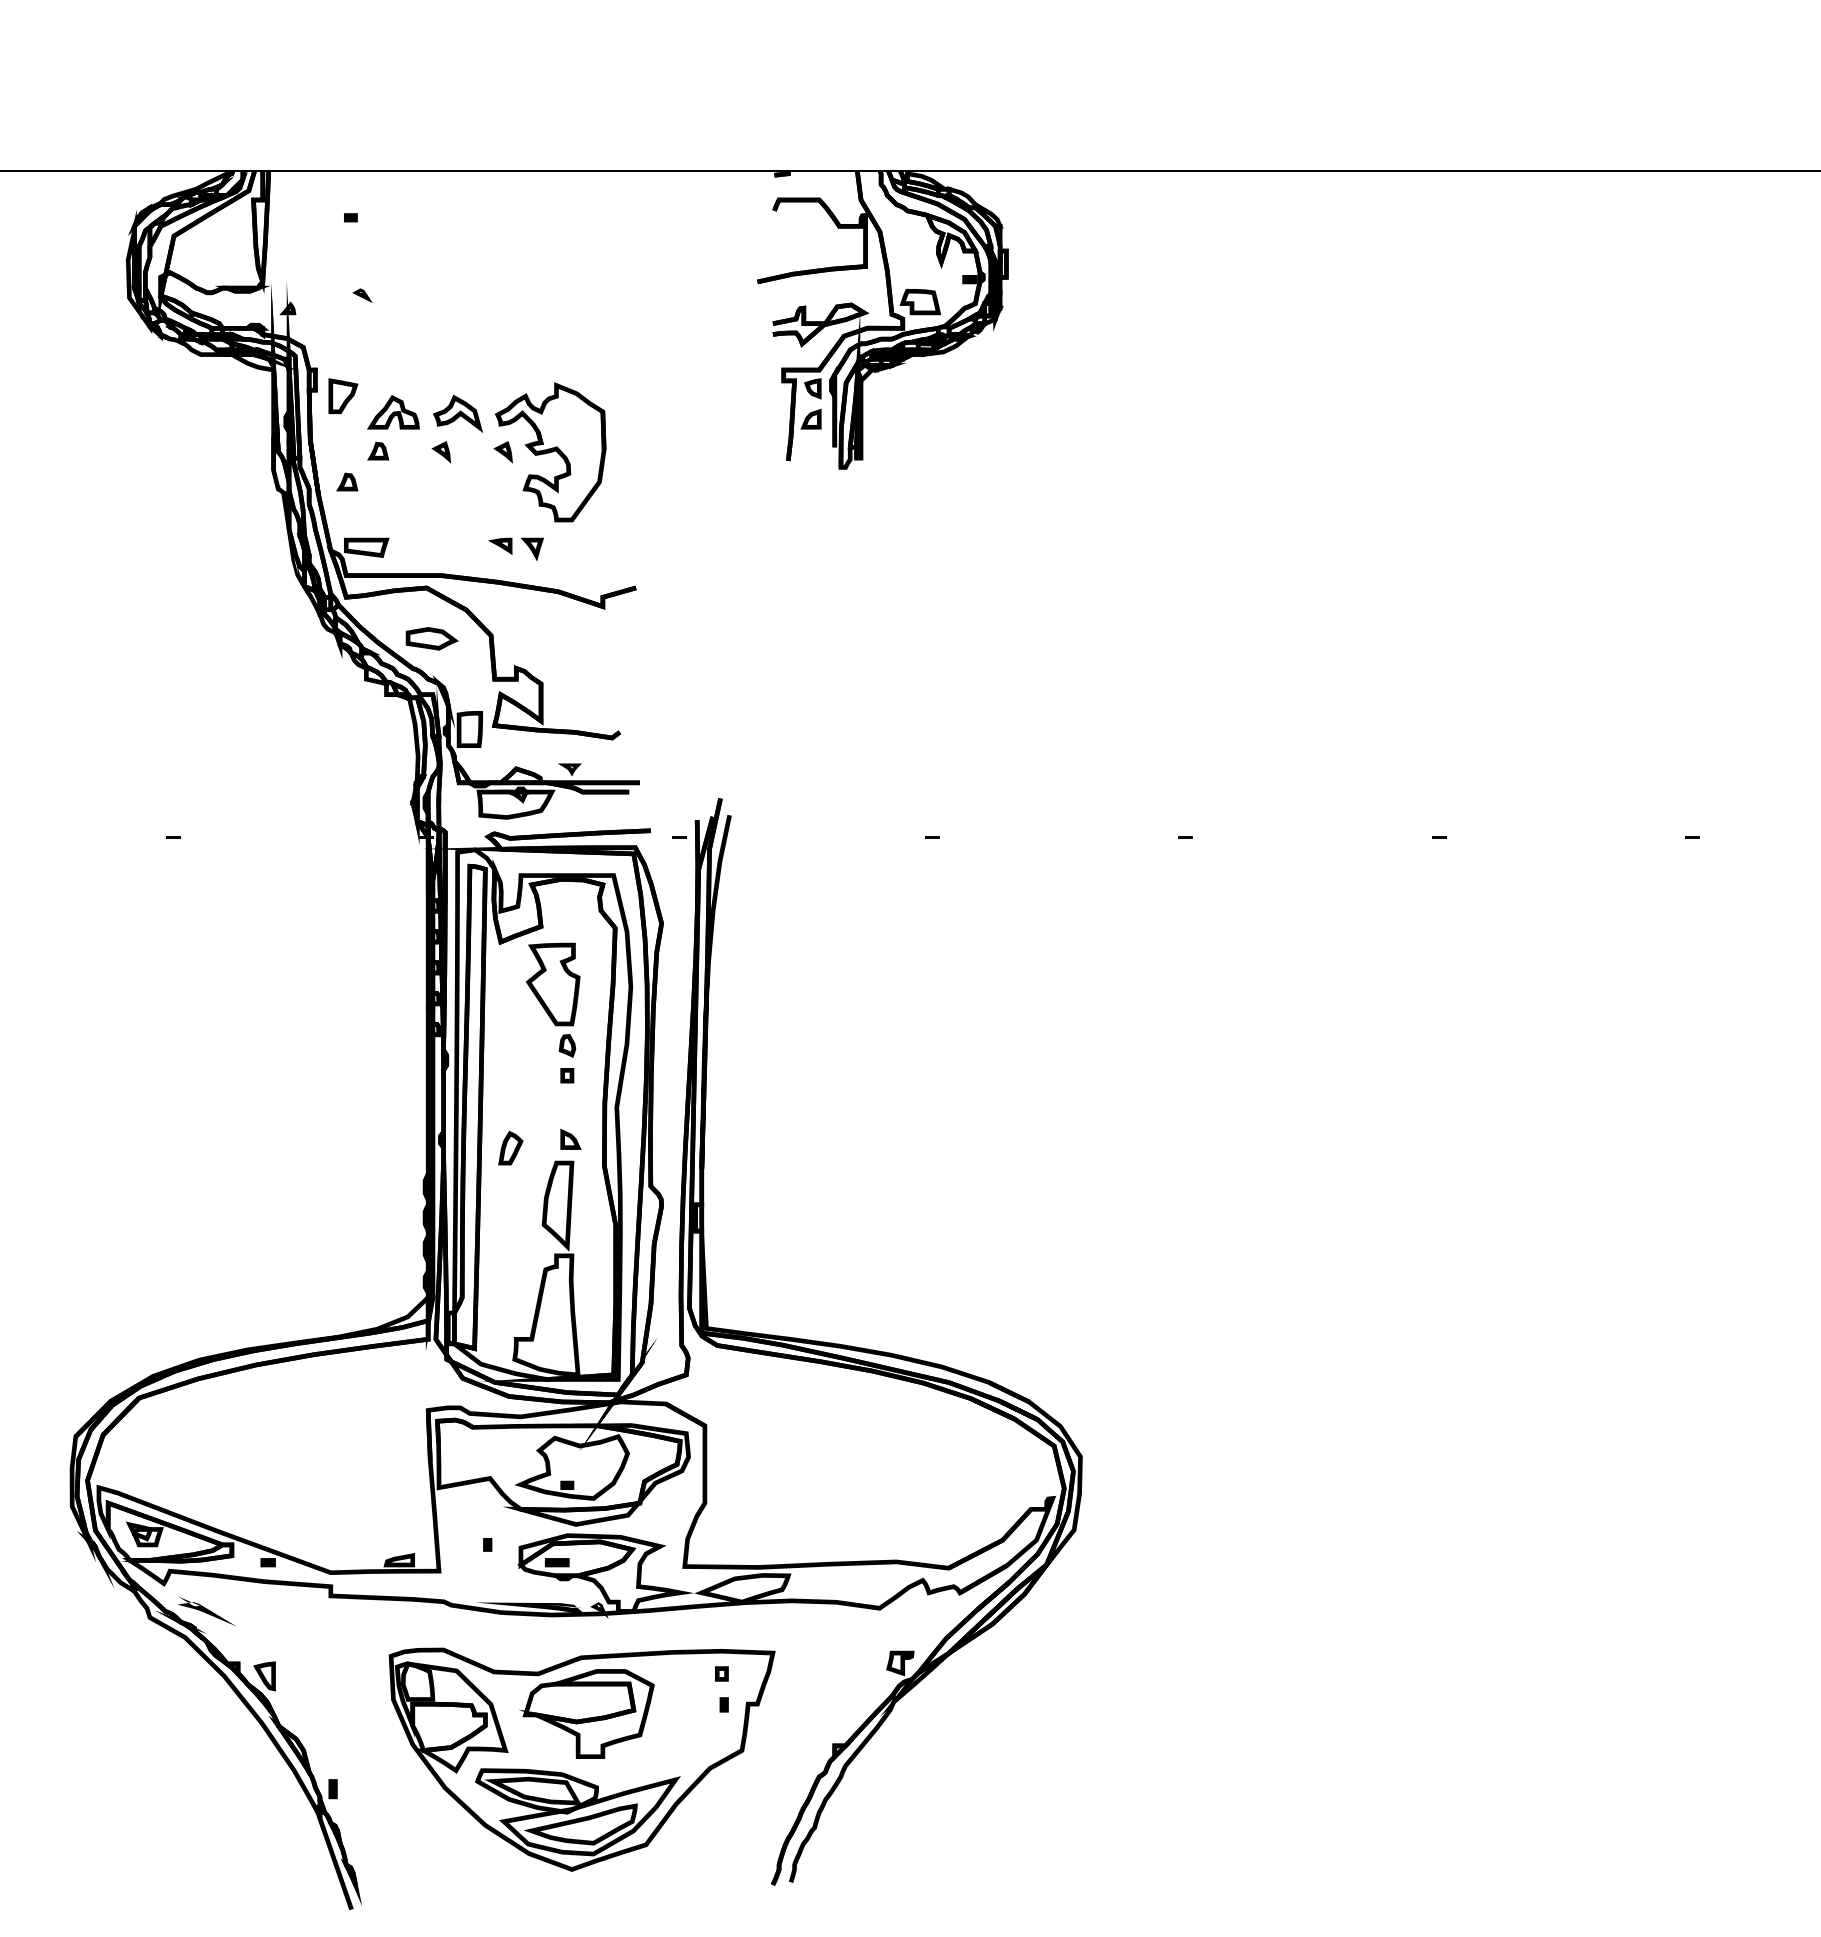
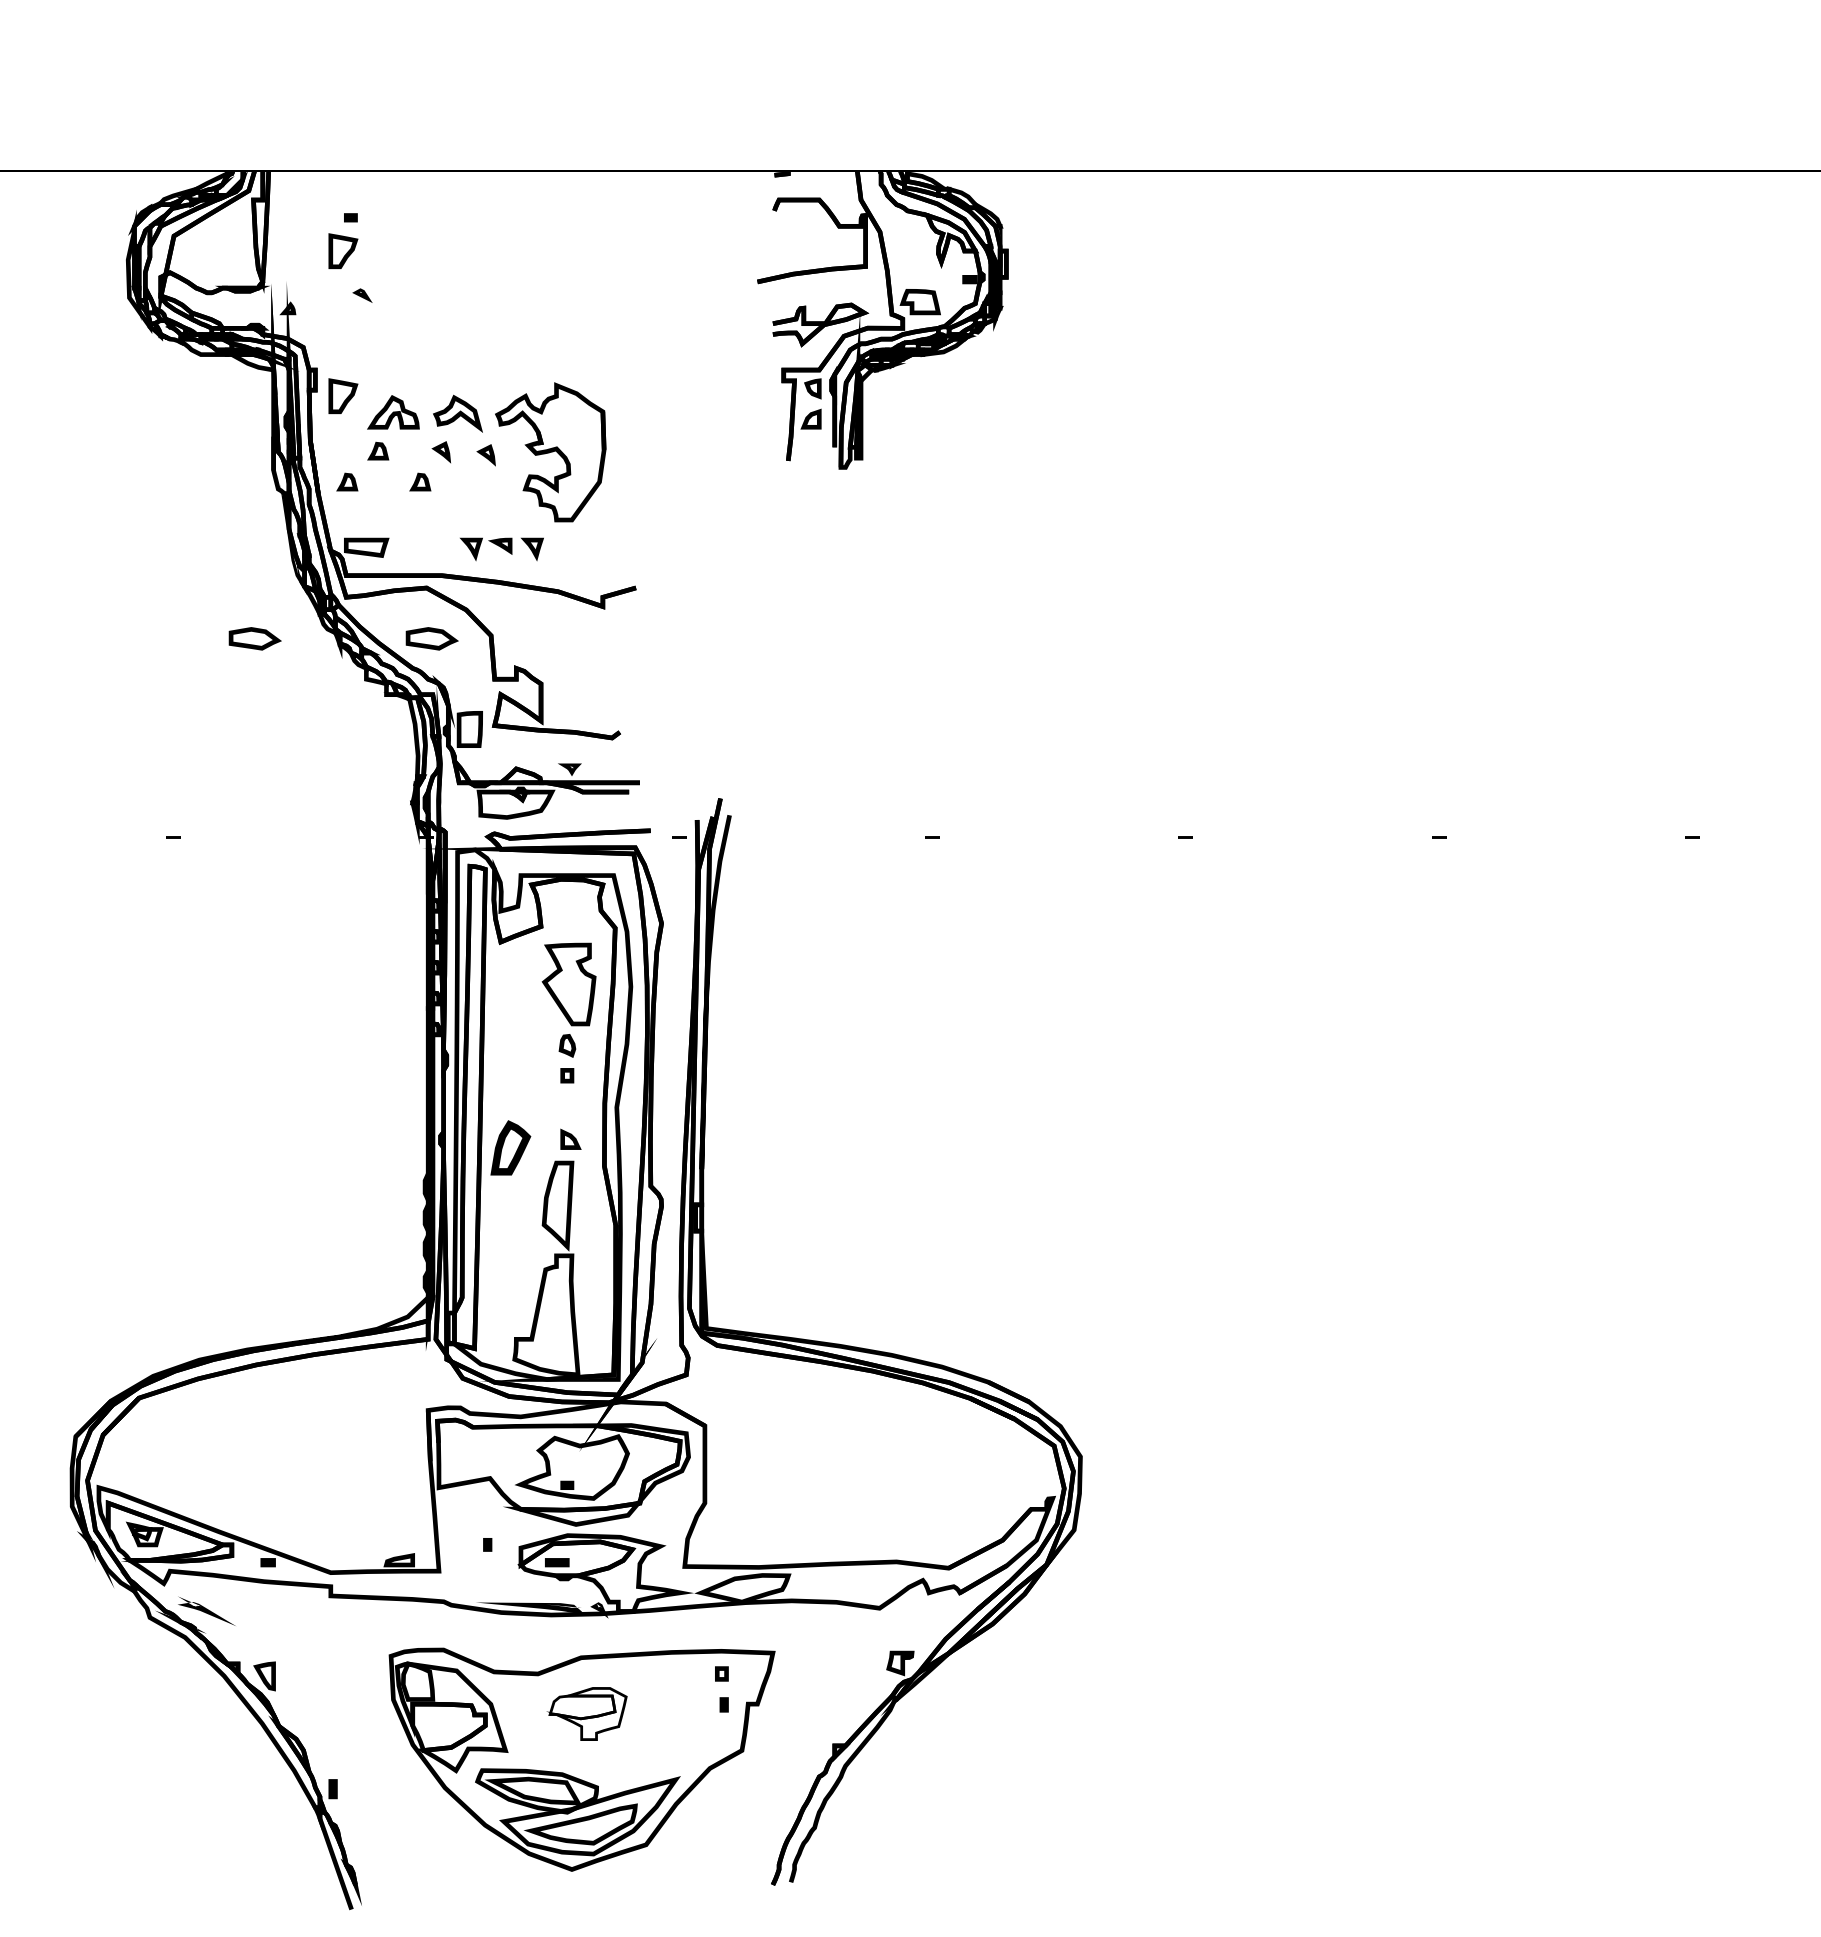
part at (343, 251): none -> present
part at (502, 452) position: (502, 452) -> (485, 455)
part at (420, 481): none -> present
part at (471, 549): none -> present
part at (254, 638): none -> present
part at (552, 984) position: (552, 984) -> (568, 984)
part at (510, 1148) size: 26x35 px -> 42x56 px
part at (586, 1713) size: 136x90 px -> 82x54 px
